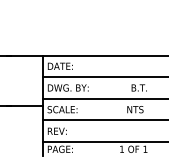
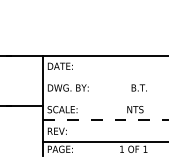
line at (104, 77): present -> none
line at (104, 98): present -> none
line at (106, 120): solid -> dashed
